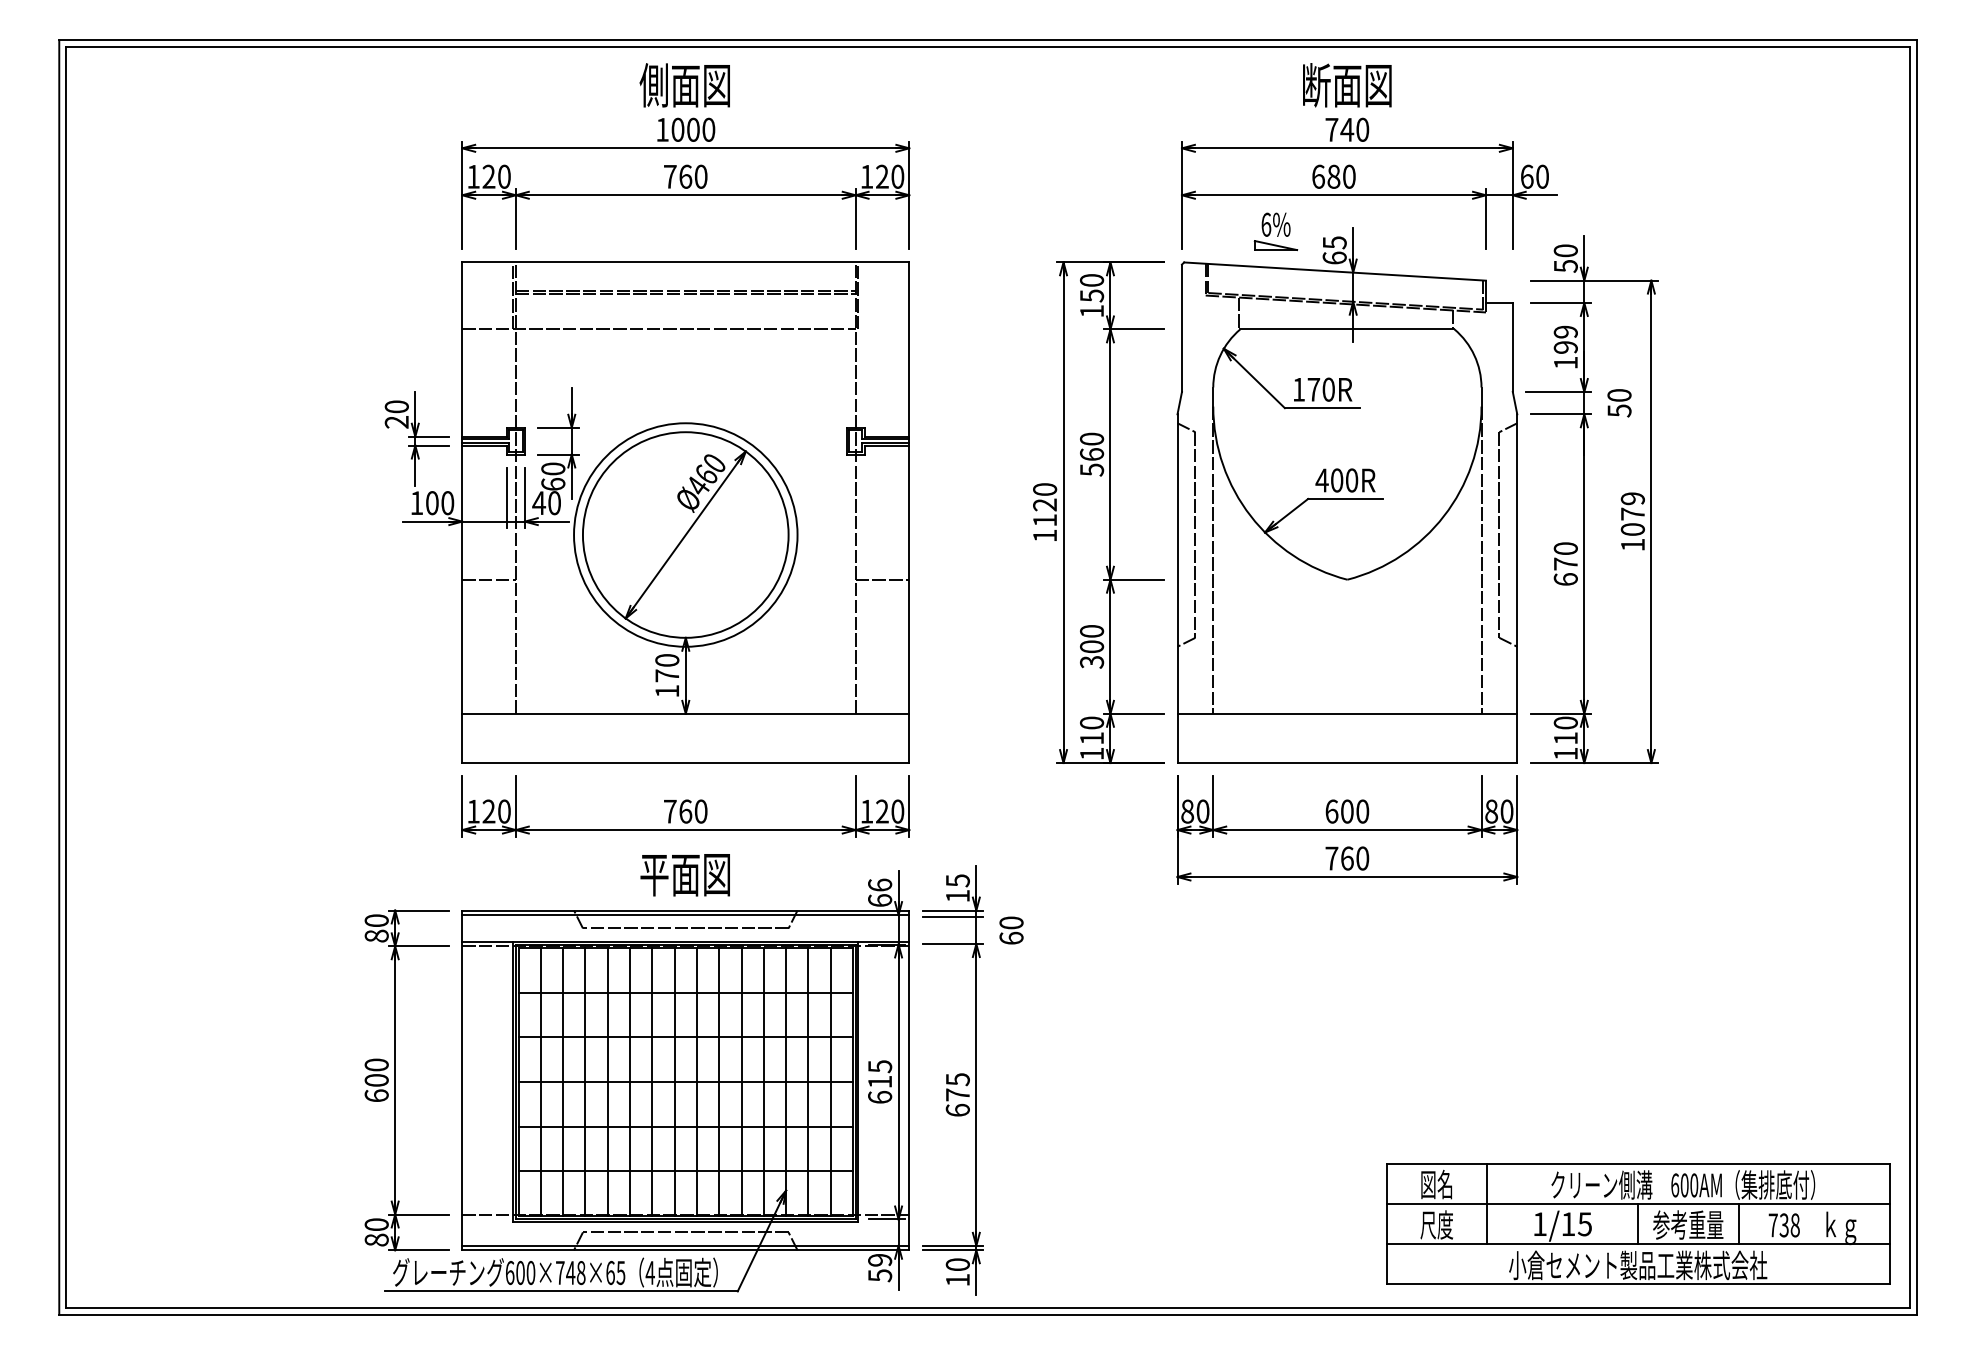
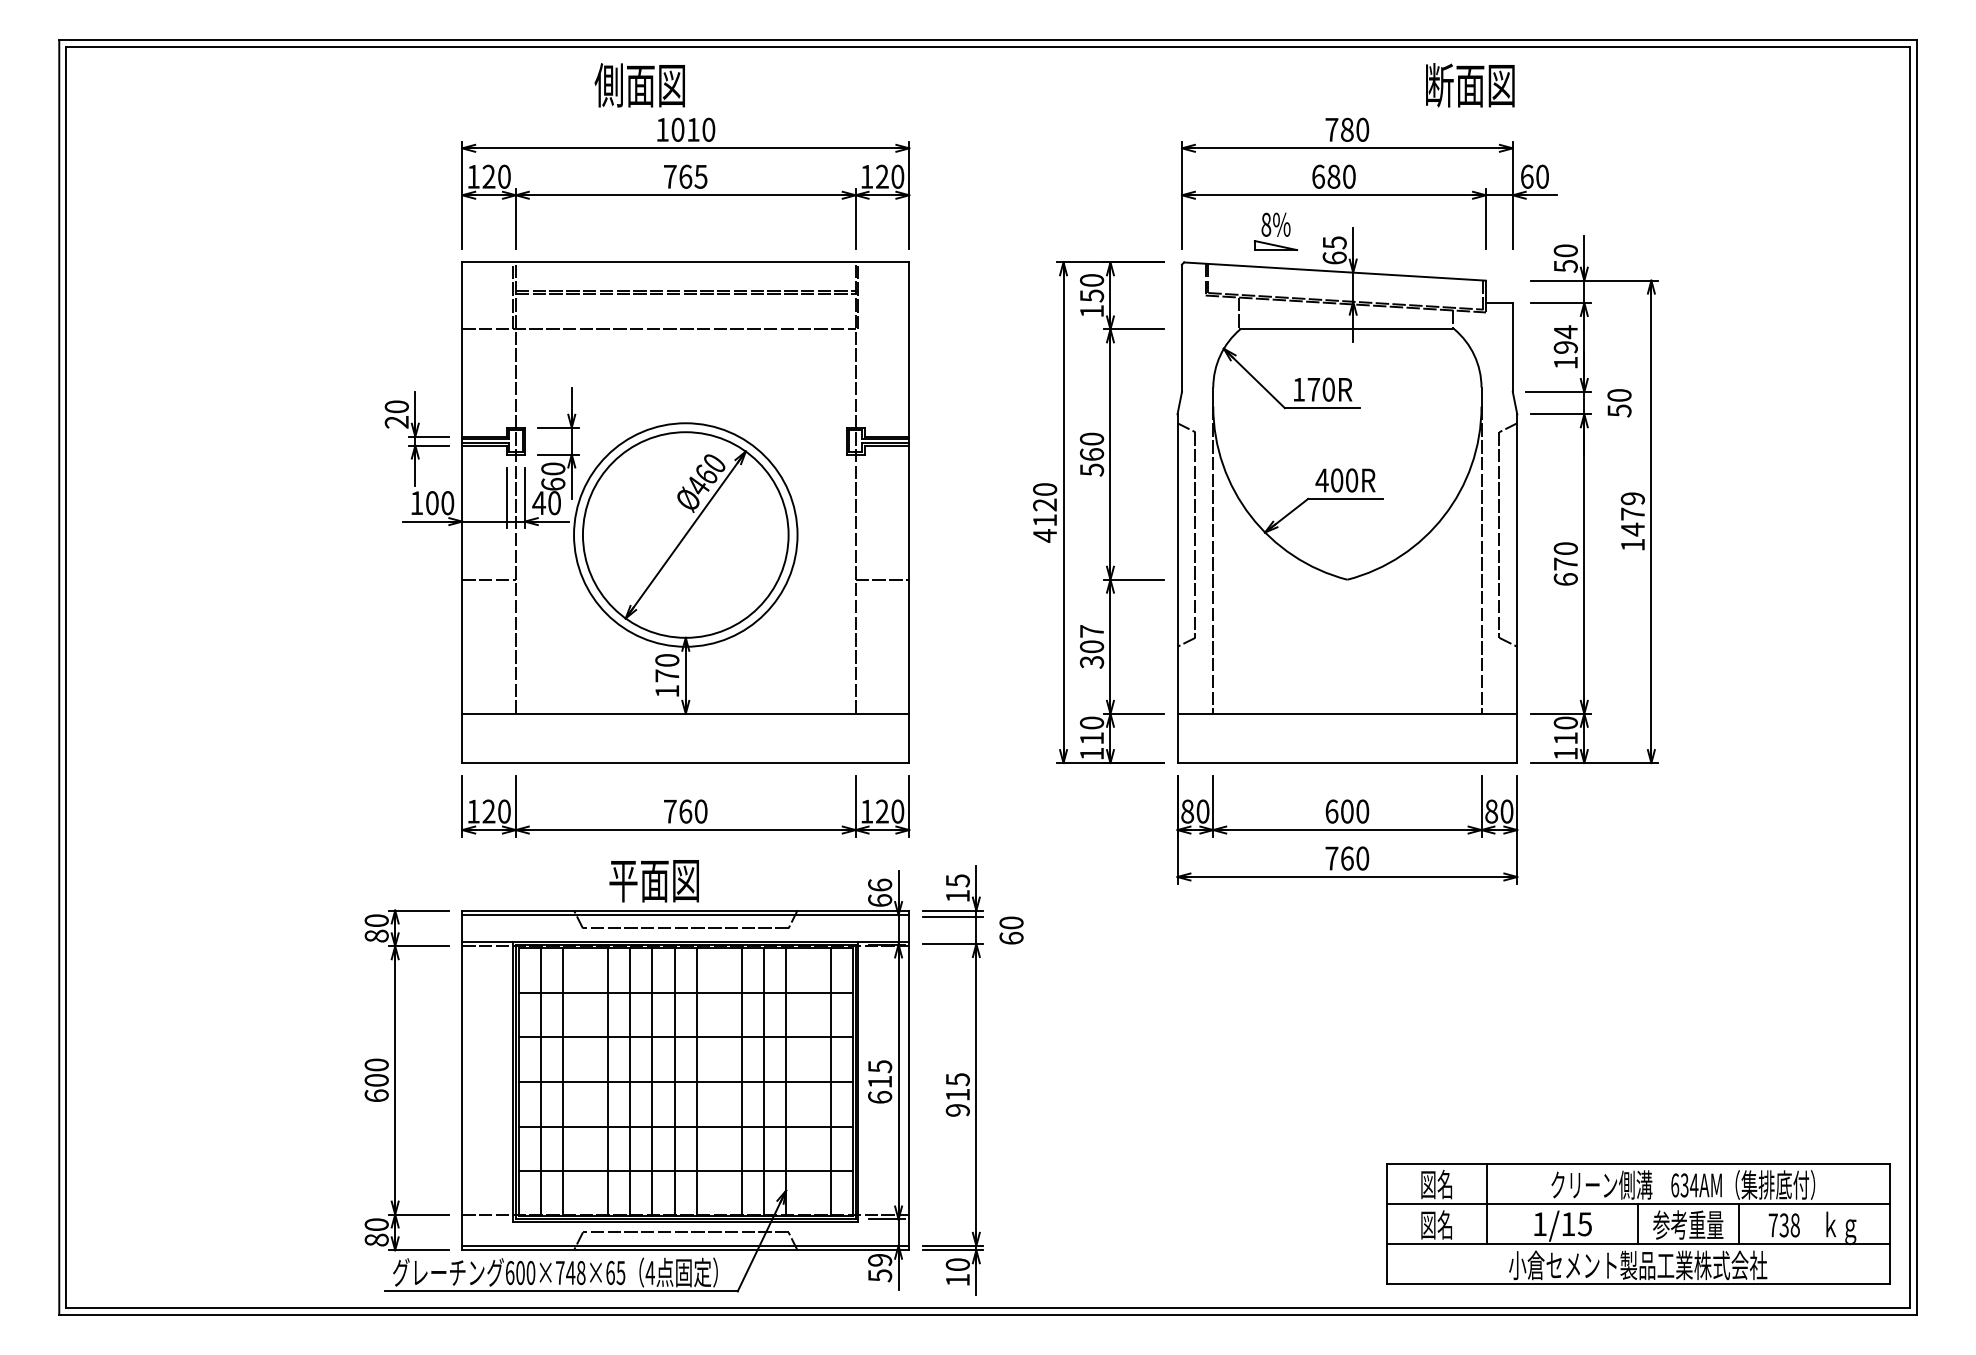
text at (684, 85) position: (684, 85) -> (639, 85)
text at (1347, 85) position: (1347, 85) -> (1470, 85)
text at (693, 129): 1000 -> 1010
text at (1347, 129): 740 -> 780
text at (700, 176): 760 -> 765
text at (1266, 224): 6%%% -> 8%%%
text at (1565, 332): 199 -> 194
text at (1632, 529): 1079 -> 1479
text at (1044, 535): 1120 -> 4120
text at (1091, 631): 300 -> 307
text at (684, 875) position: (684, 875) -> (653, 881)
line at (585, 1081): present -> none
line at (719, 1081): present -> none
line at (808, 1081): present -> none
text at (957, 1102): 675 -> 915
text at (1689, 1185): 600AM -> 634AM
text at (1436, 1224): 尺度 -> 図名
